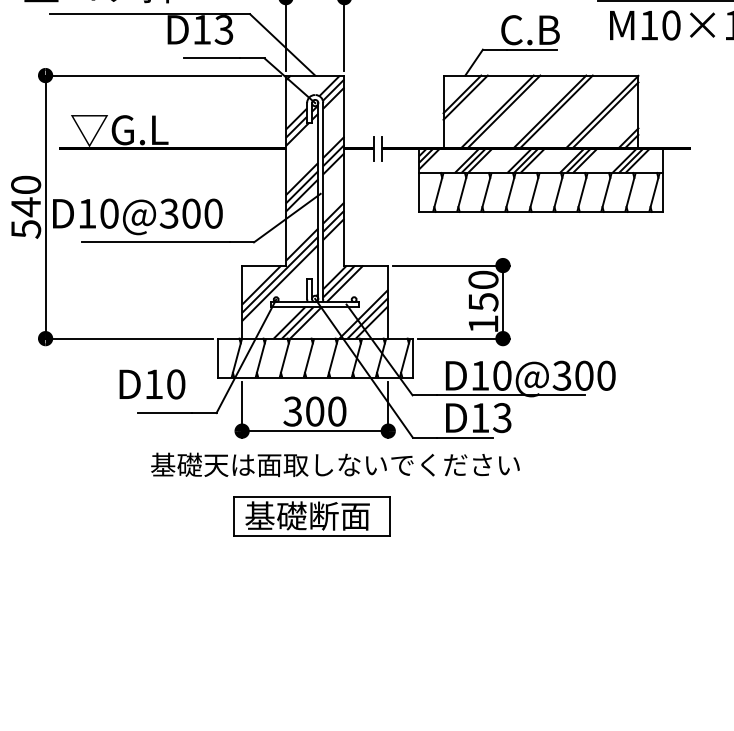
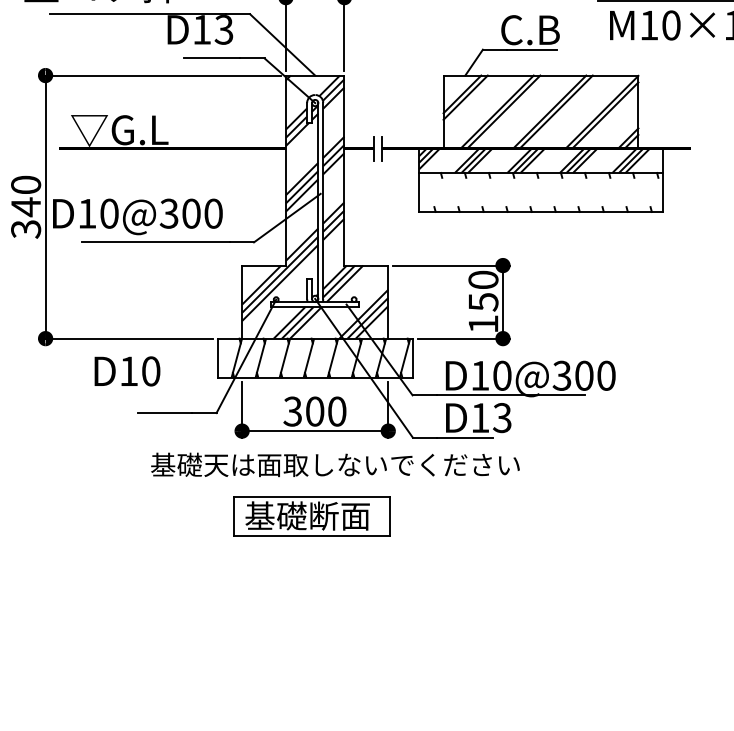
hatch at (539, 191): present -> none
text at (25, 229): 540 -> 340
text at (152, 384) position: (152, 384) -> (127, 371)
